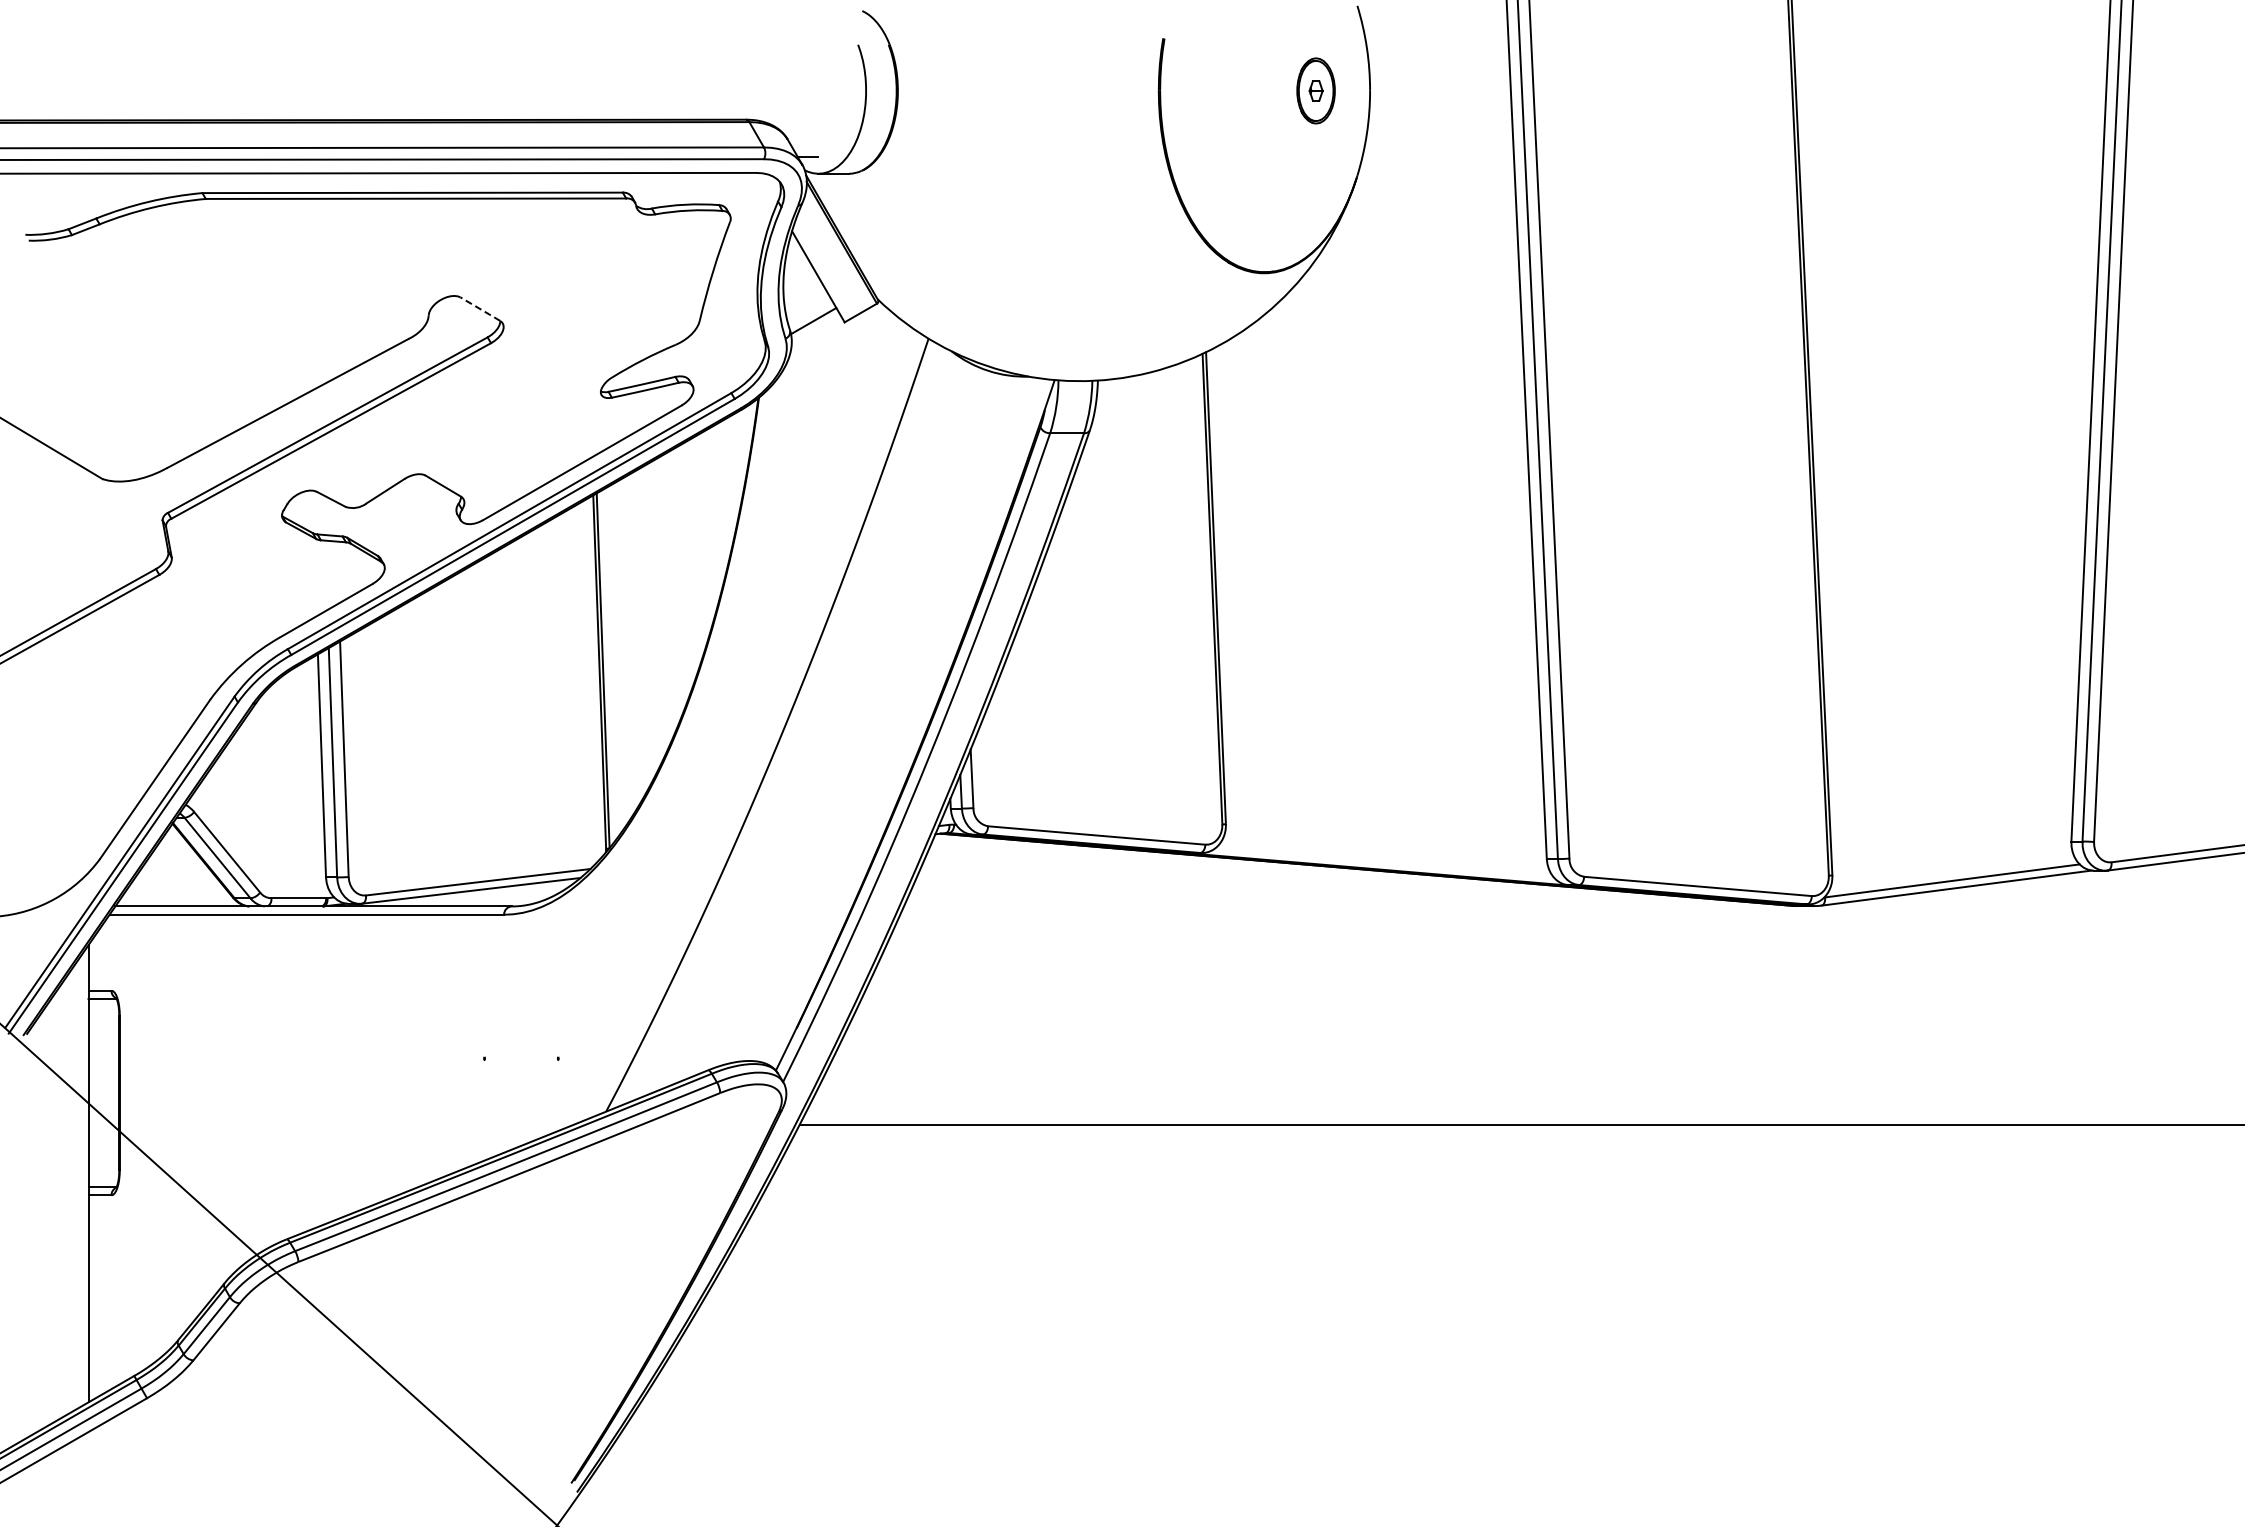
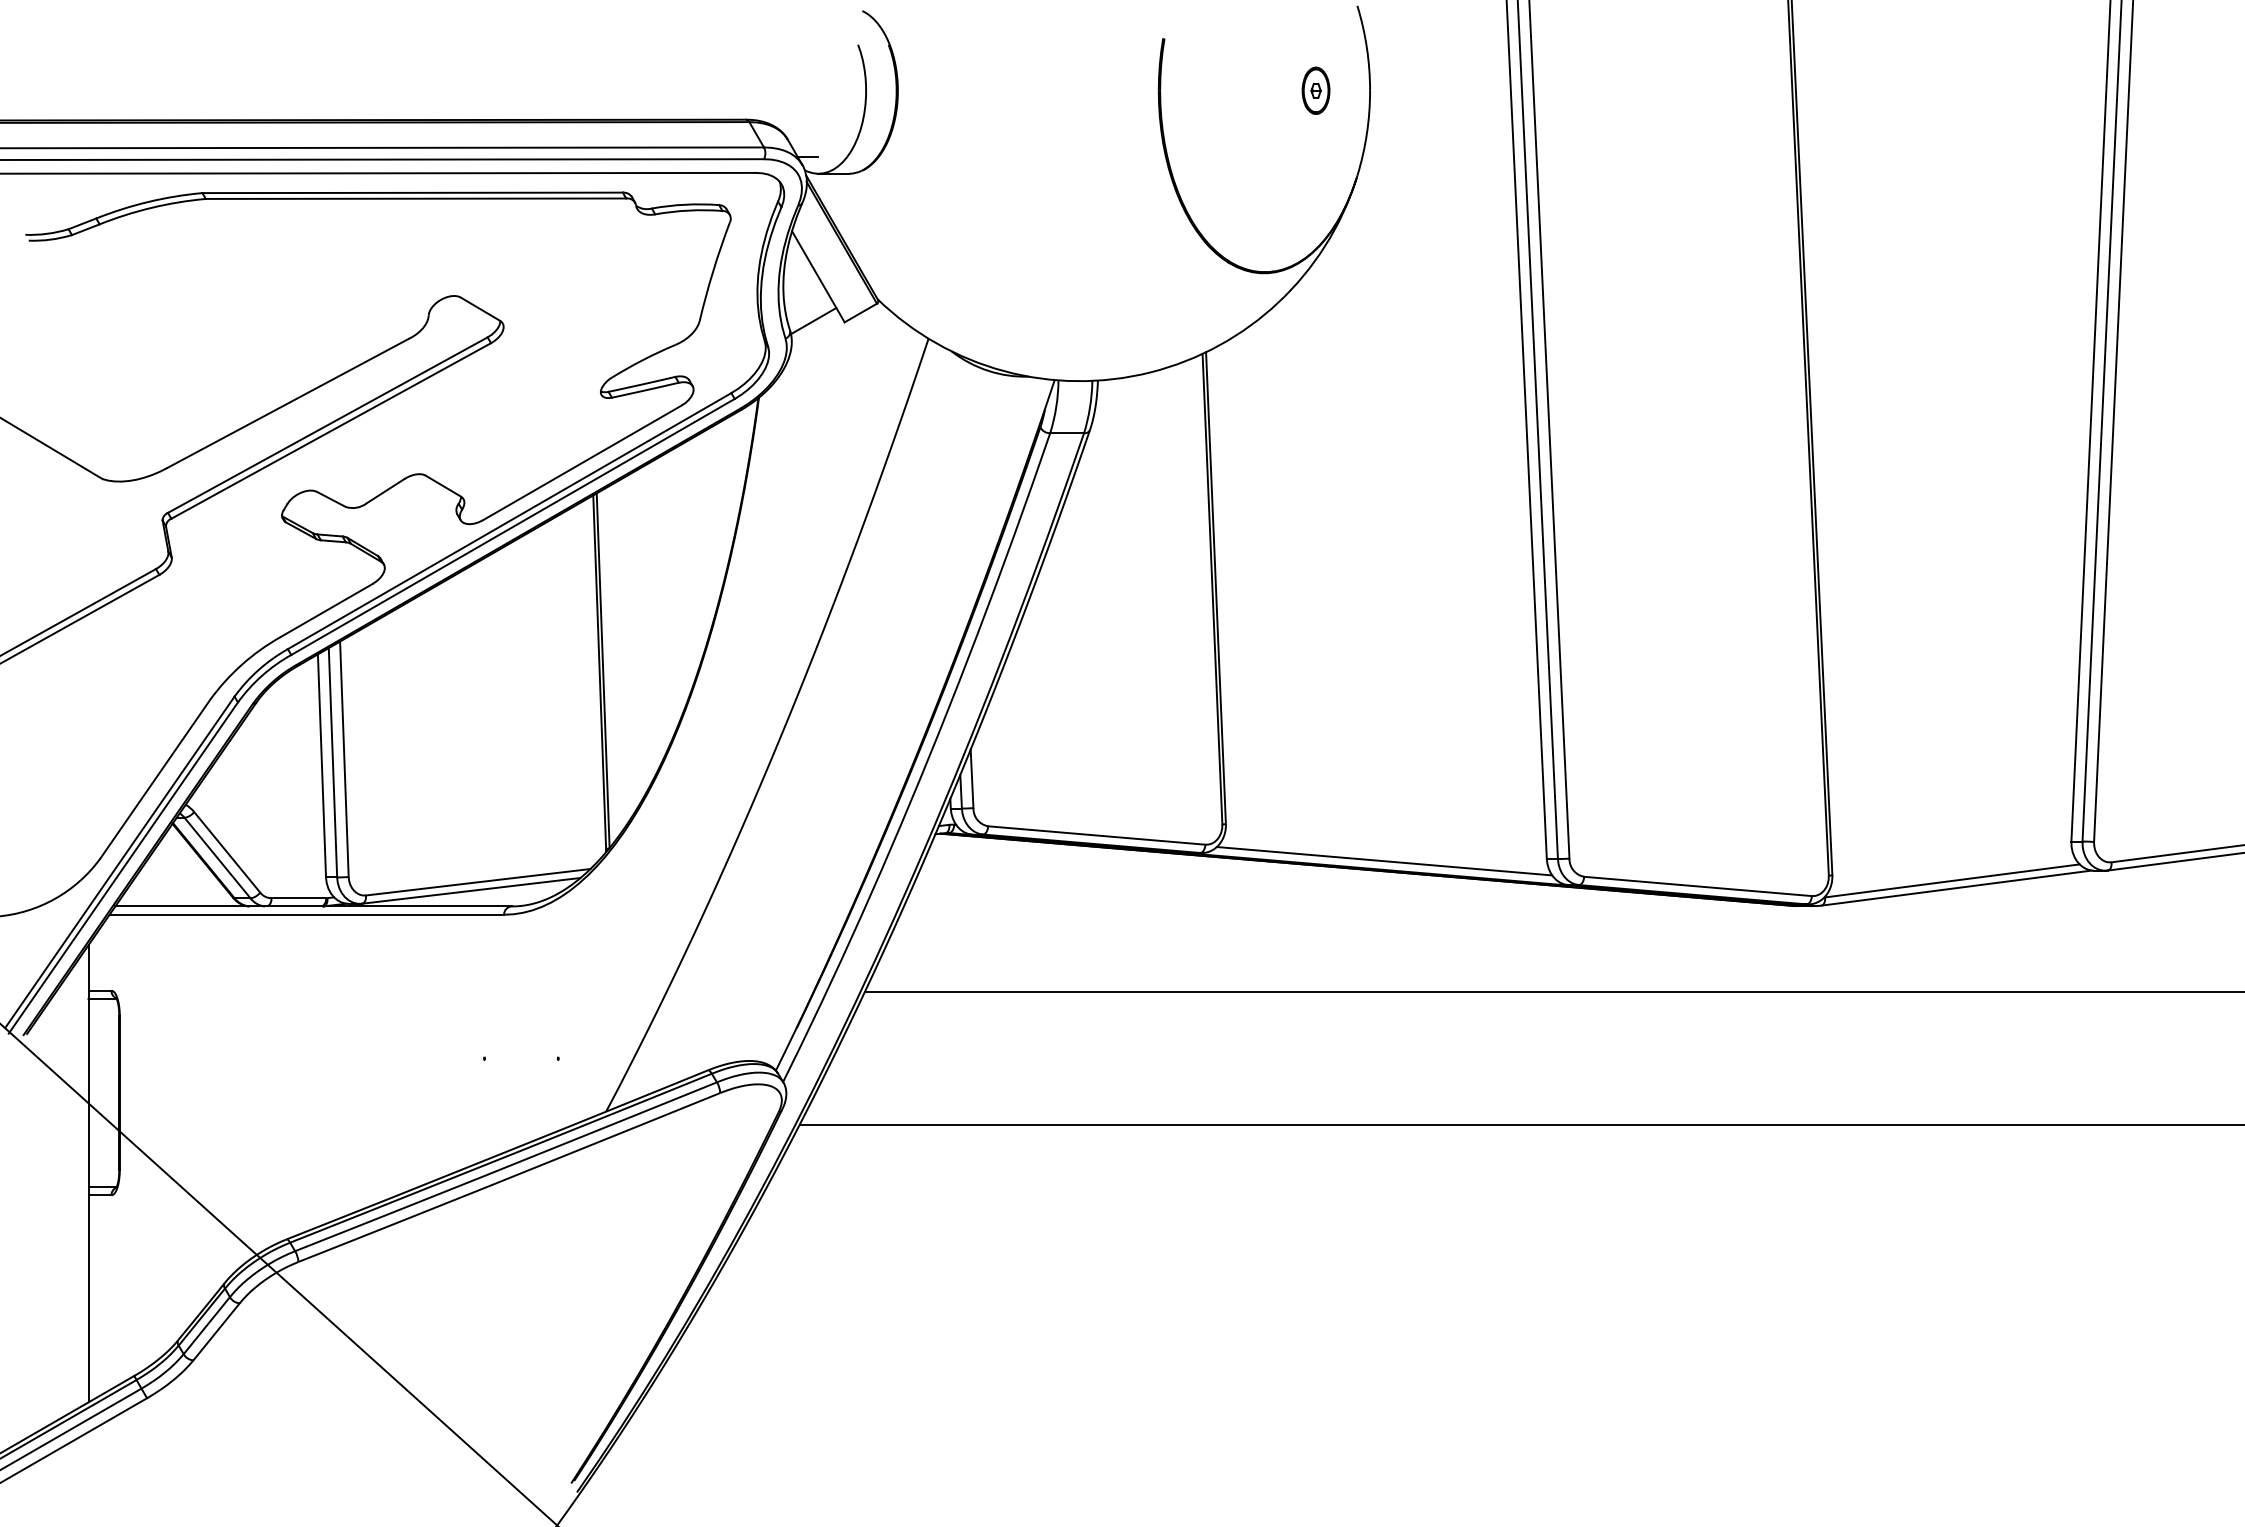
part at (1315, 90) size: 40x68 px -> 30x49 px
line at (480, 308): dashed -> solid
line at (1384, 861): none -> present
line at (1552, 992): none -> present
